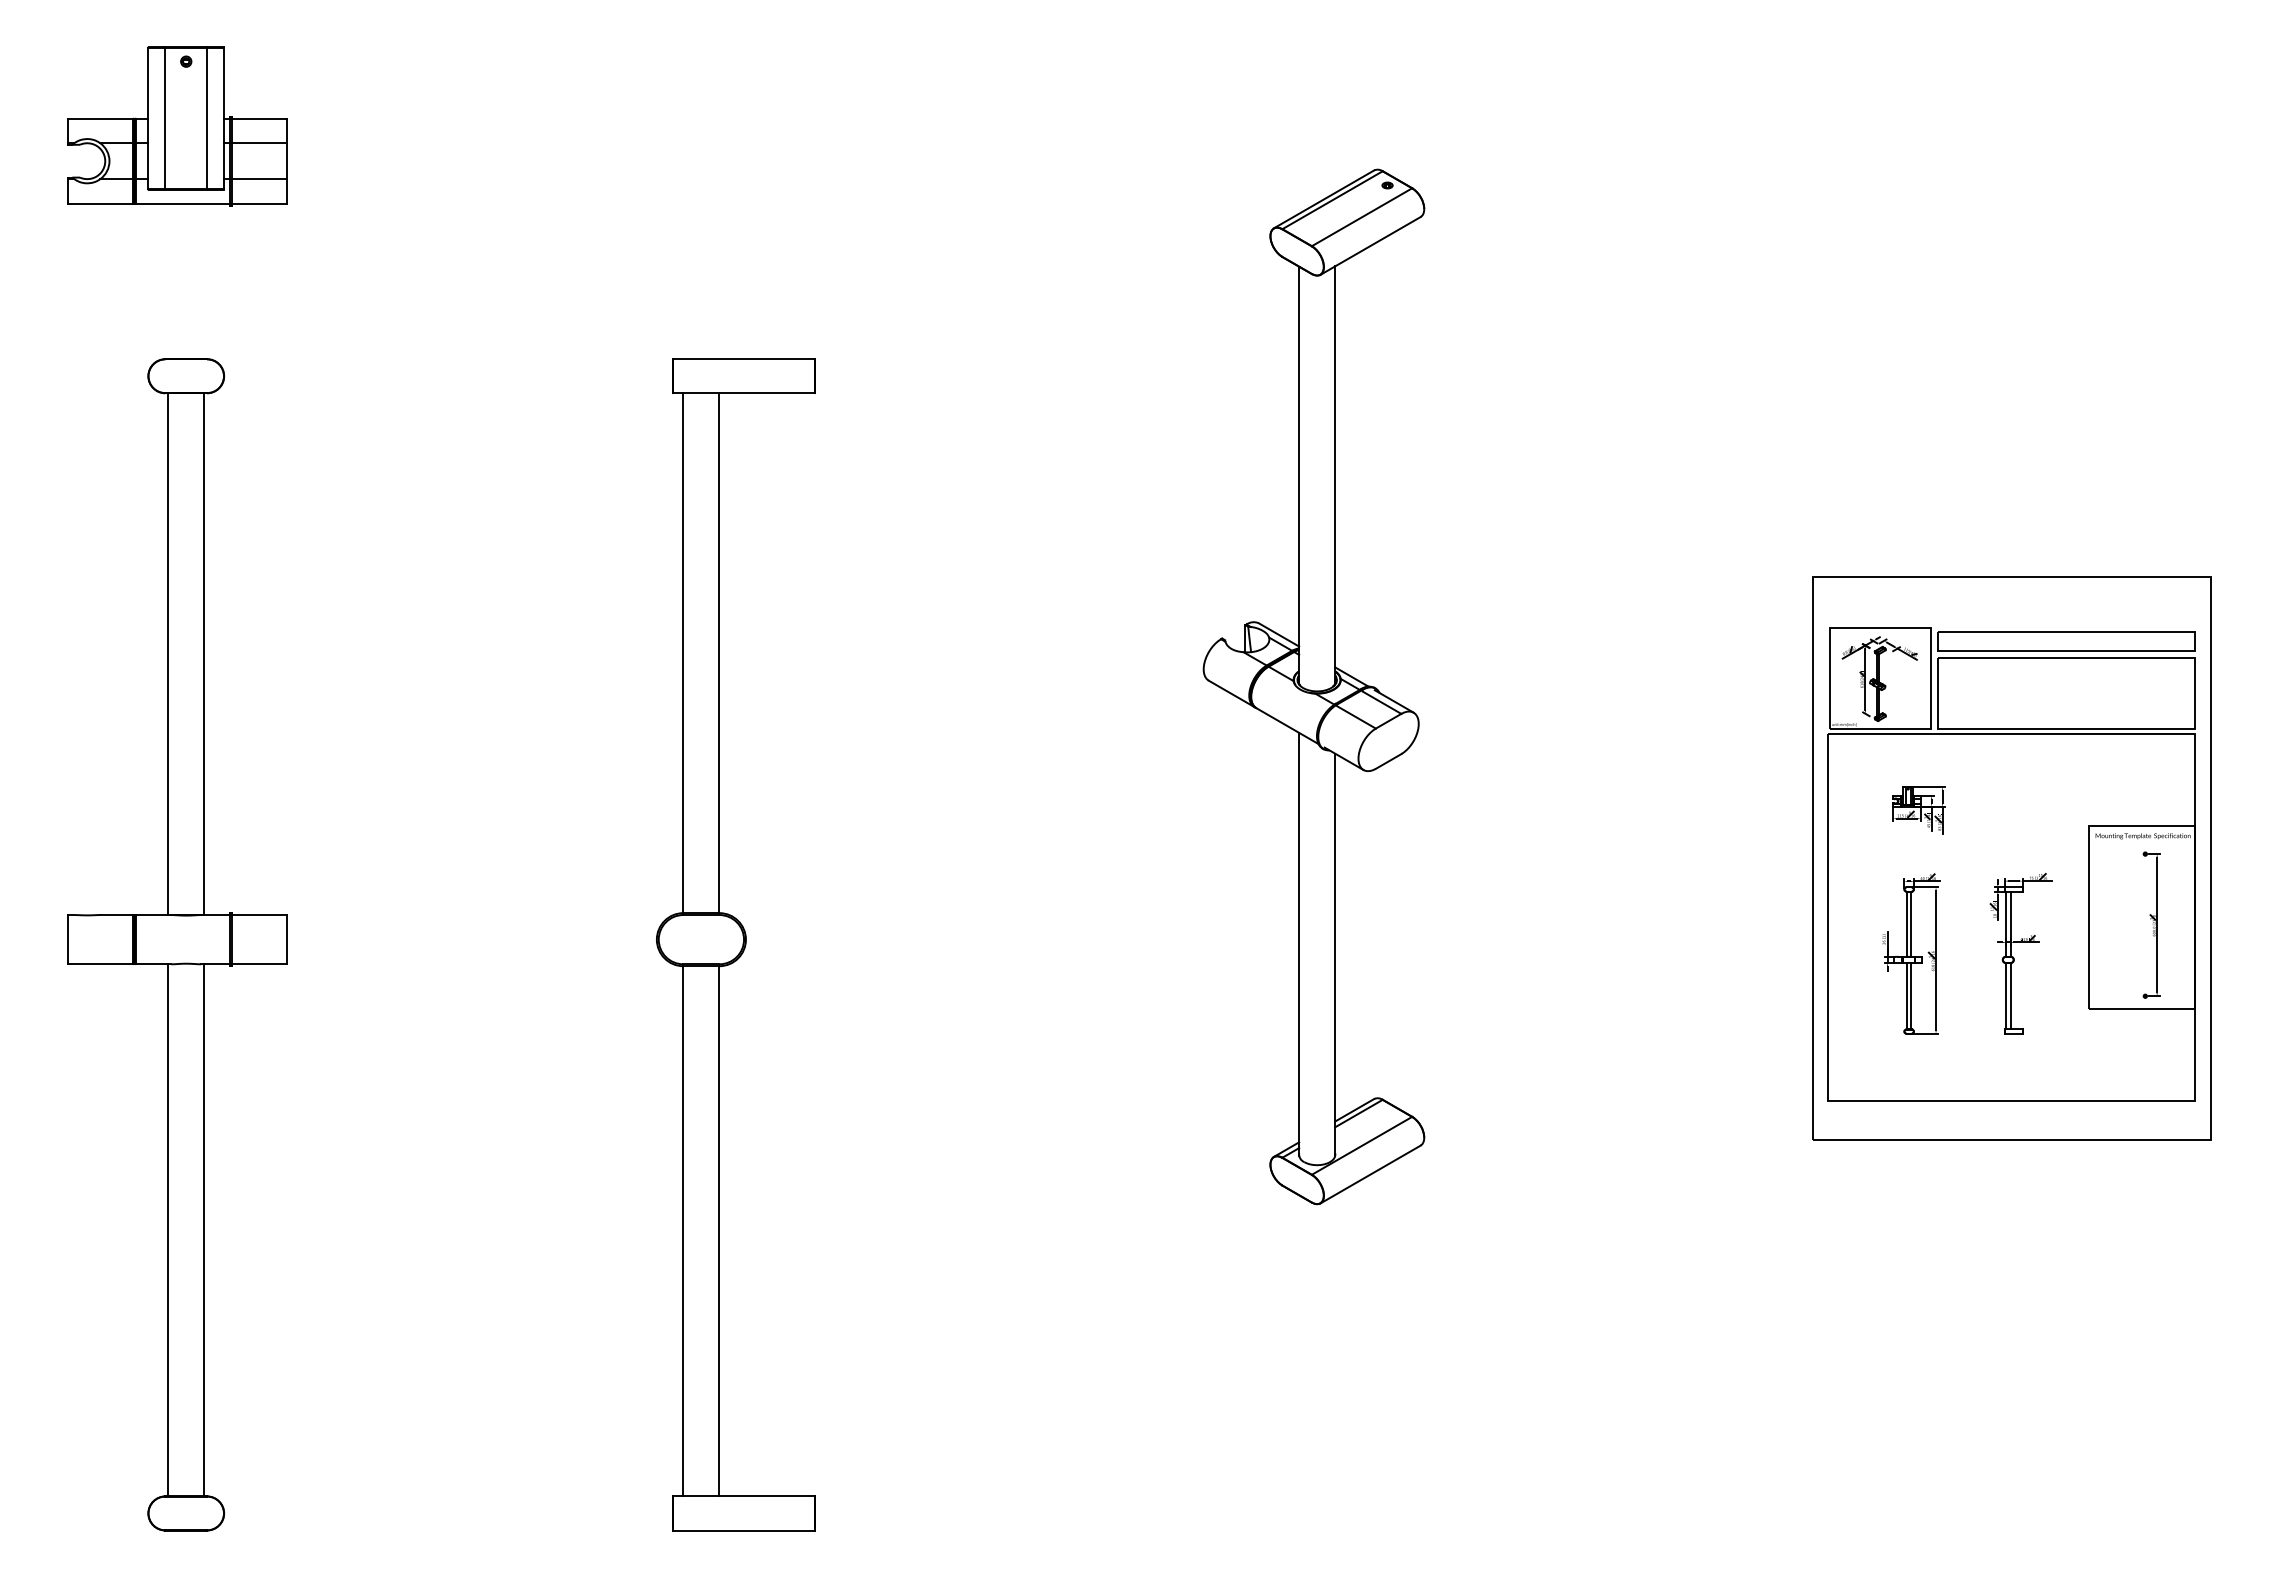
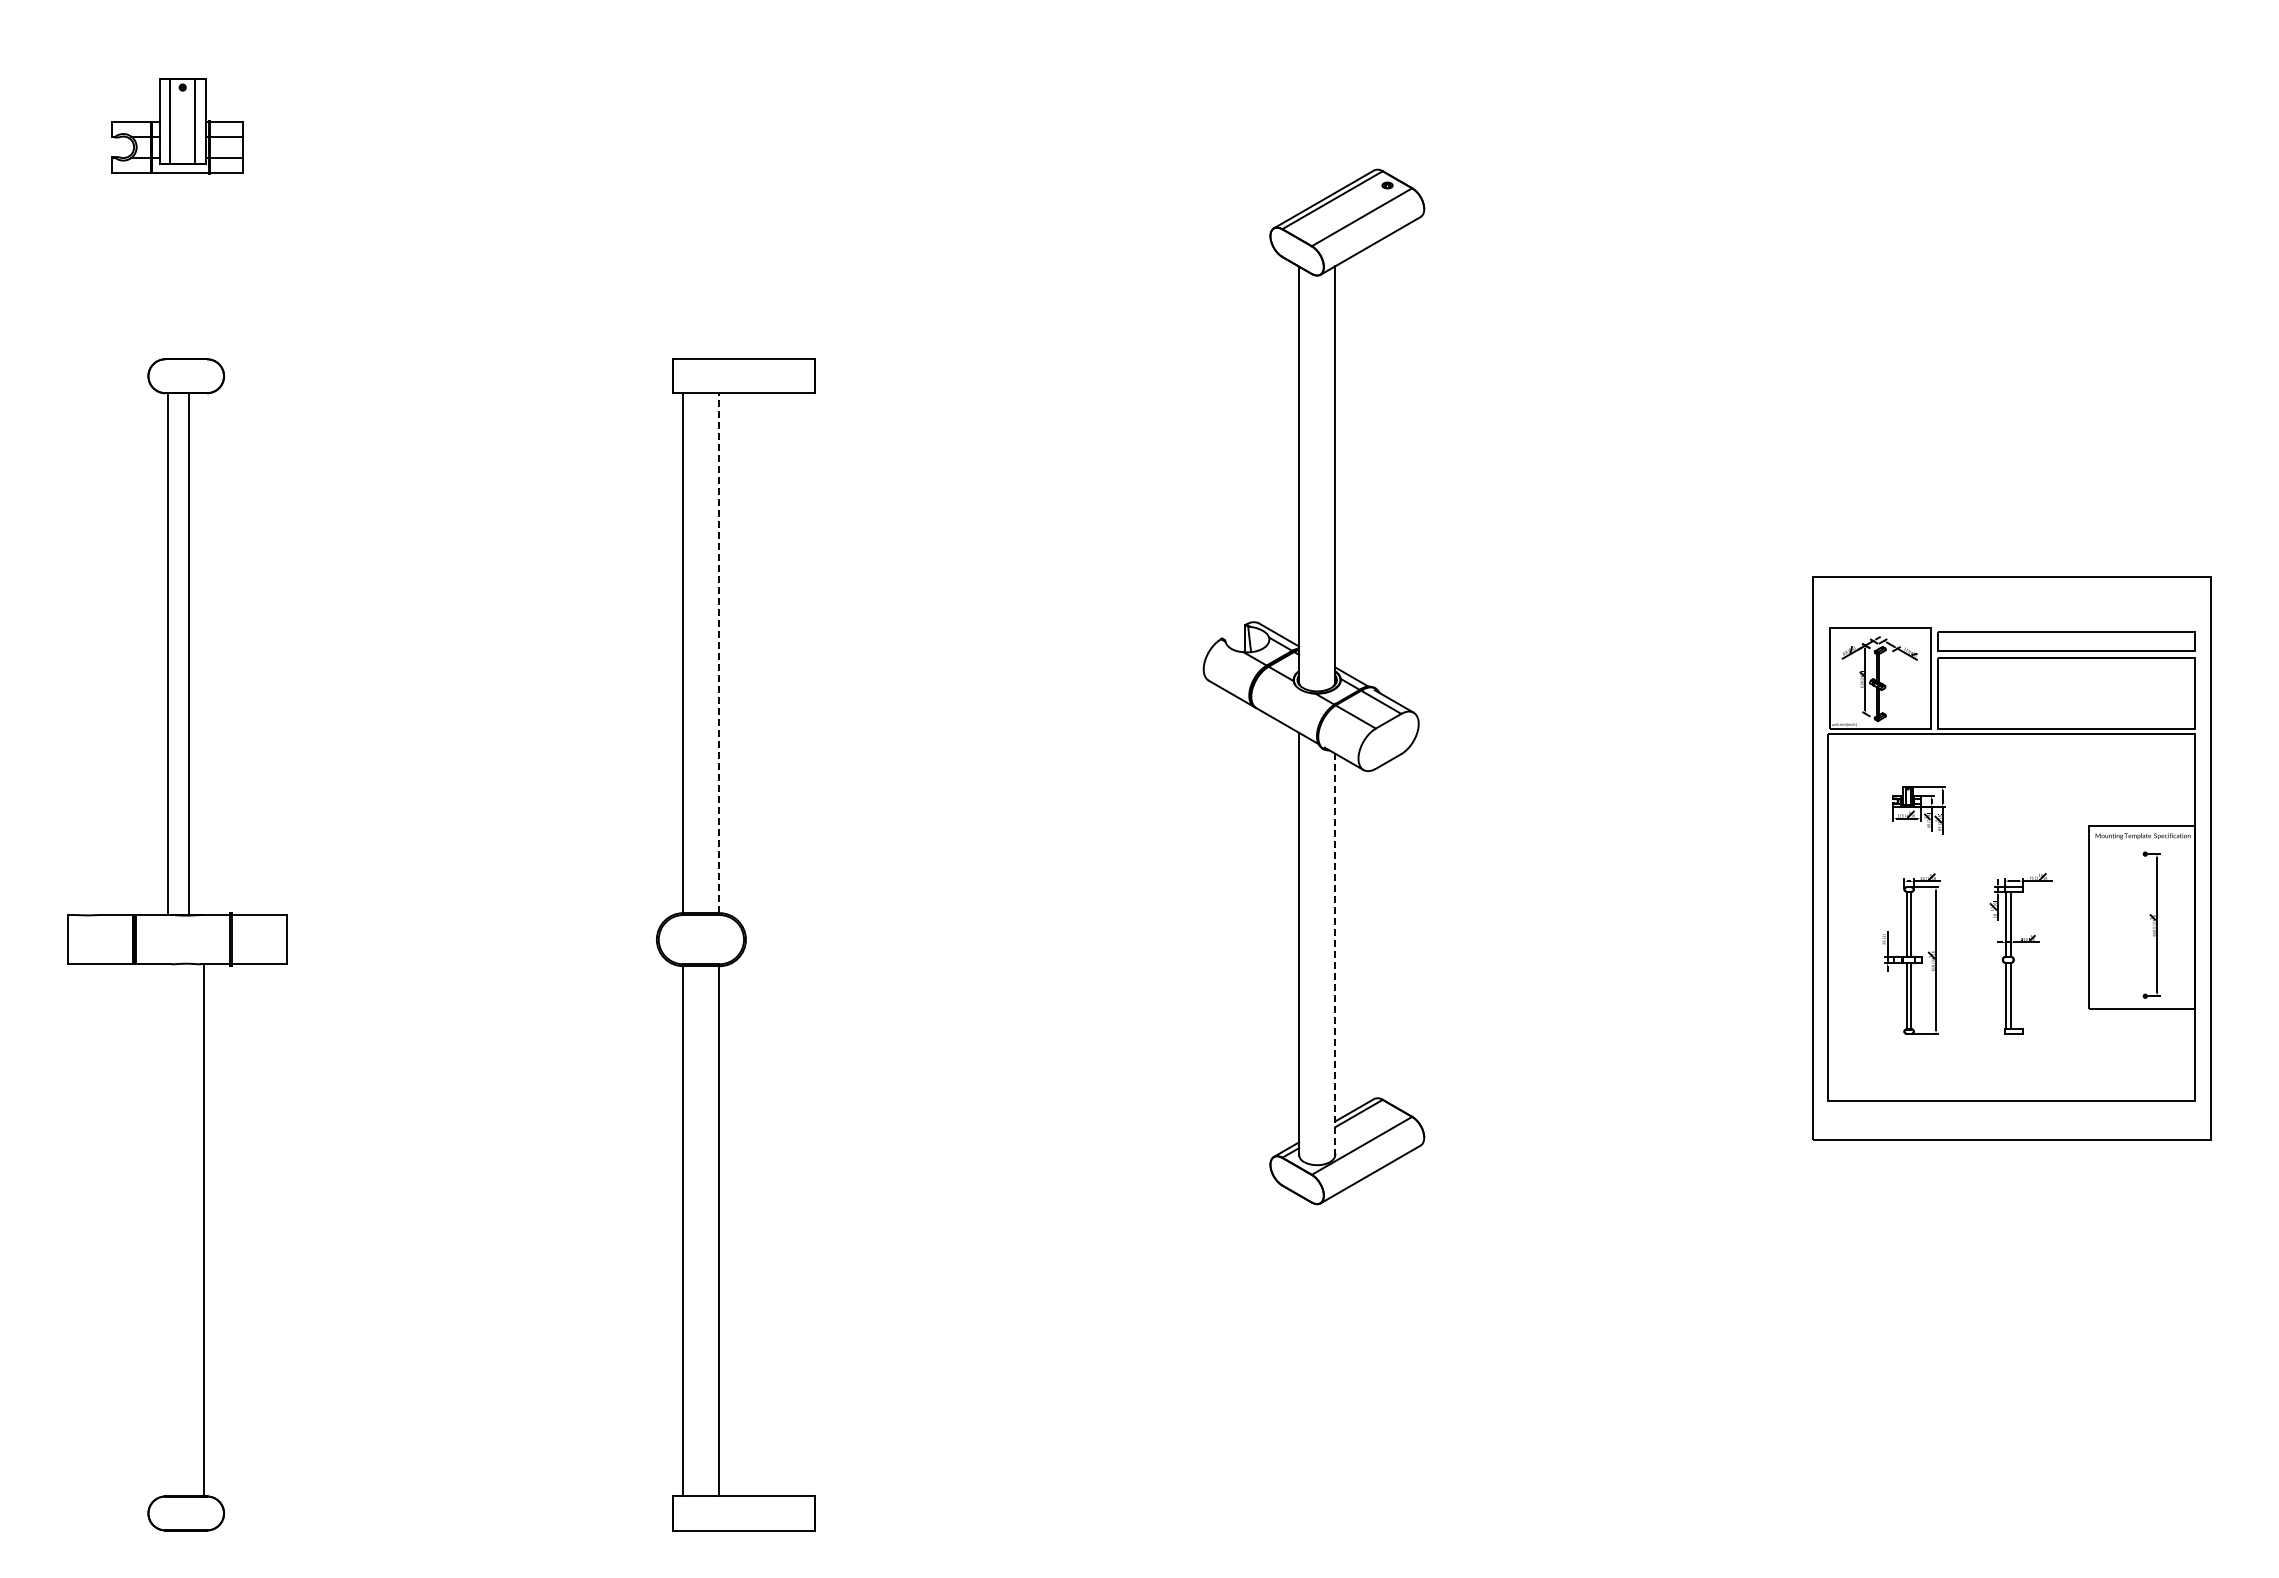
part at (177, 126) size: 221x161 px -> 133x97 px
line at (719, 653): solid -> dashed
line at (204, 654) position: (204, 654) -> (189, 654)
line at (1335, 954): solid -> dashed
line at (168, 1230): present -> none
